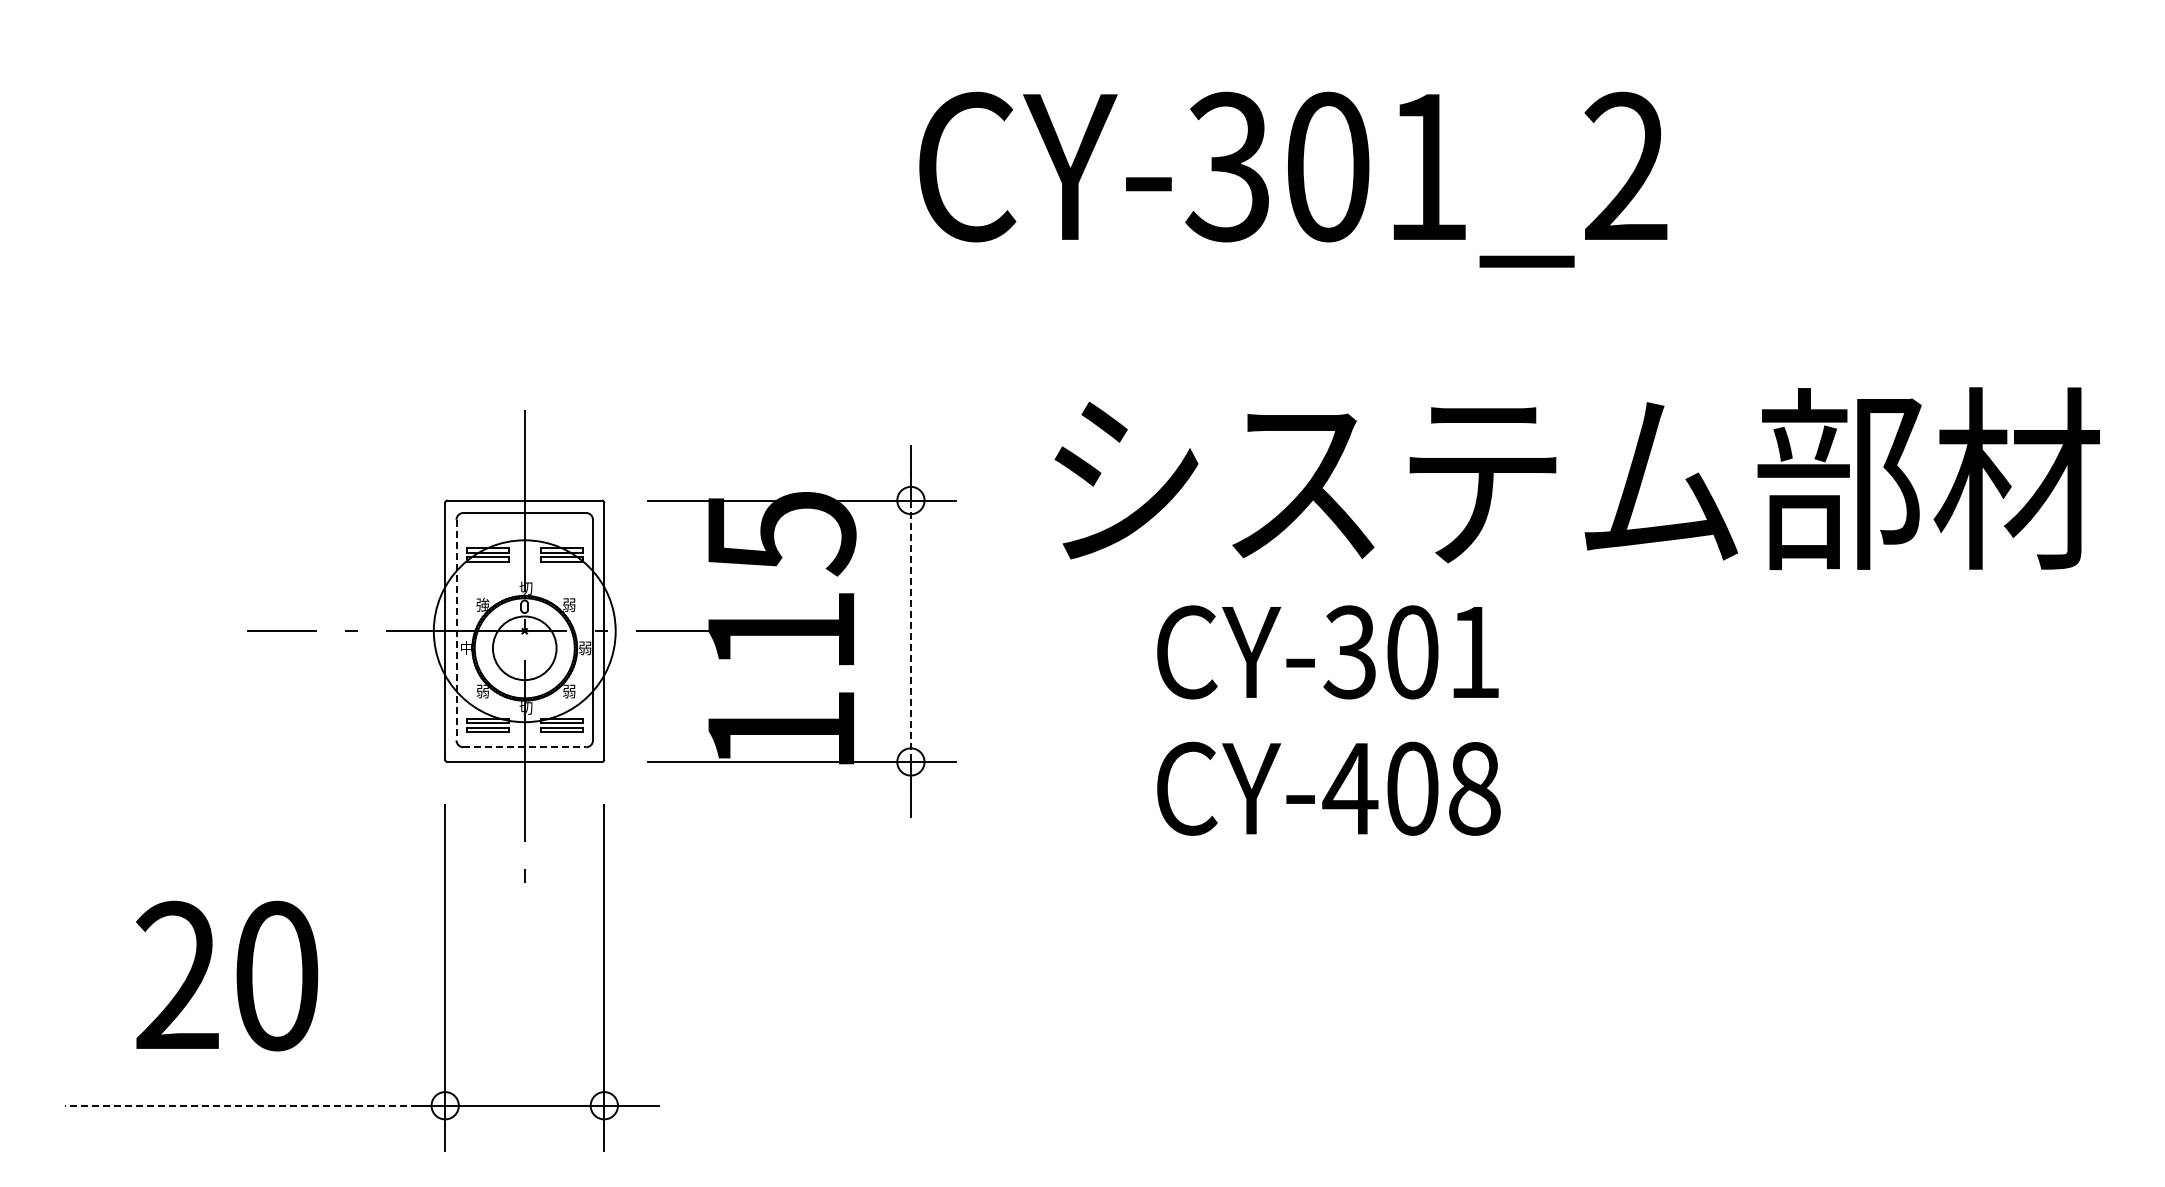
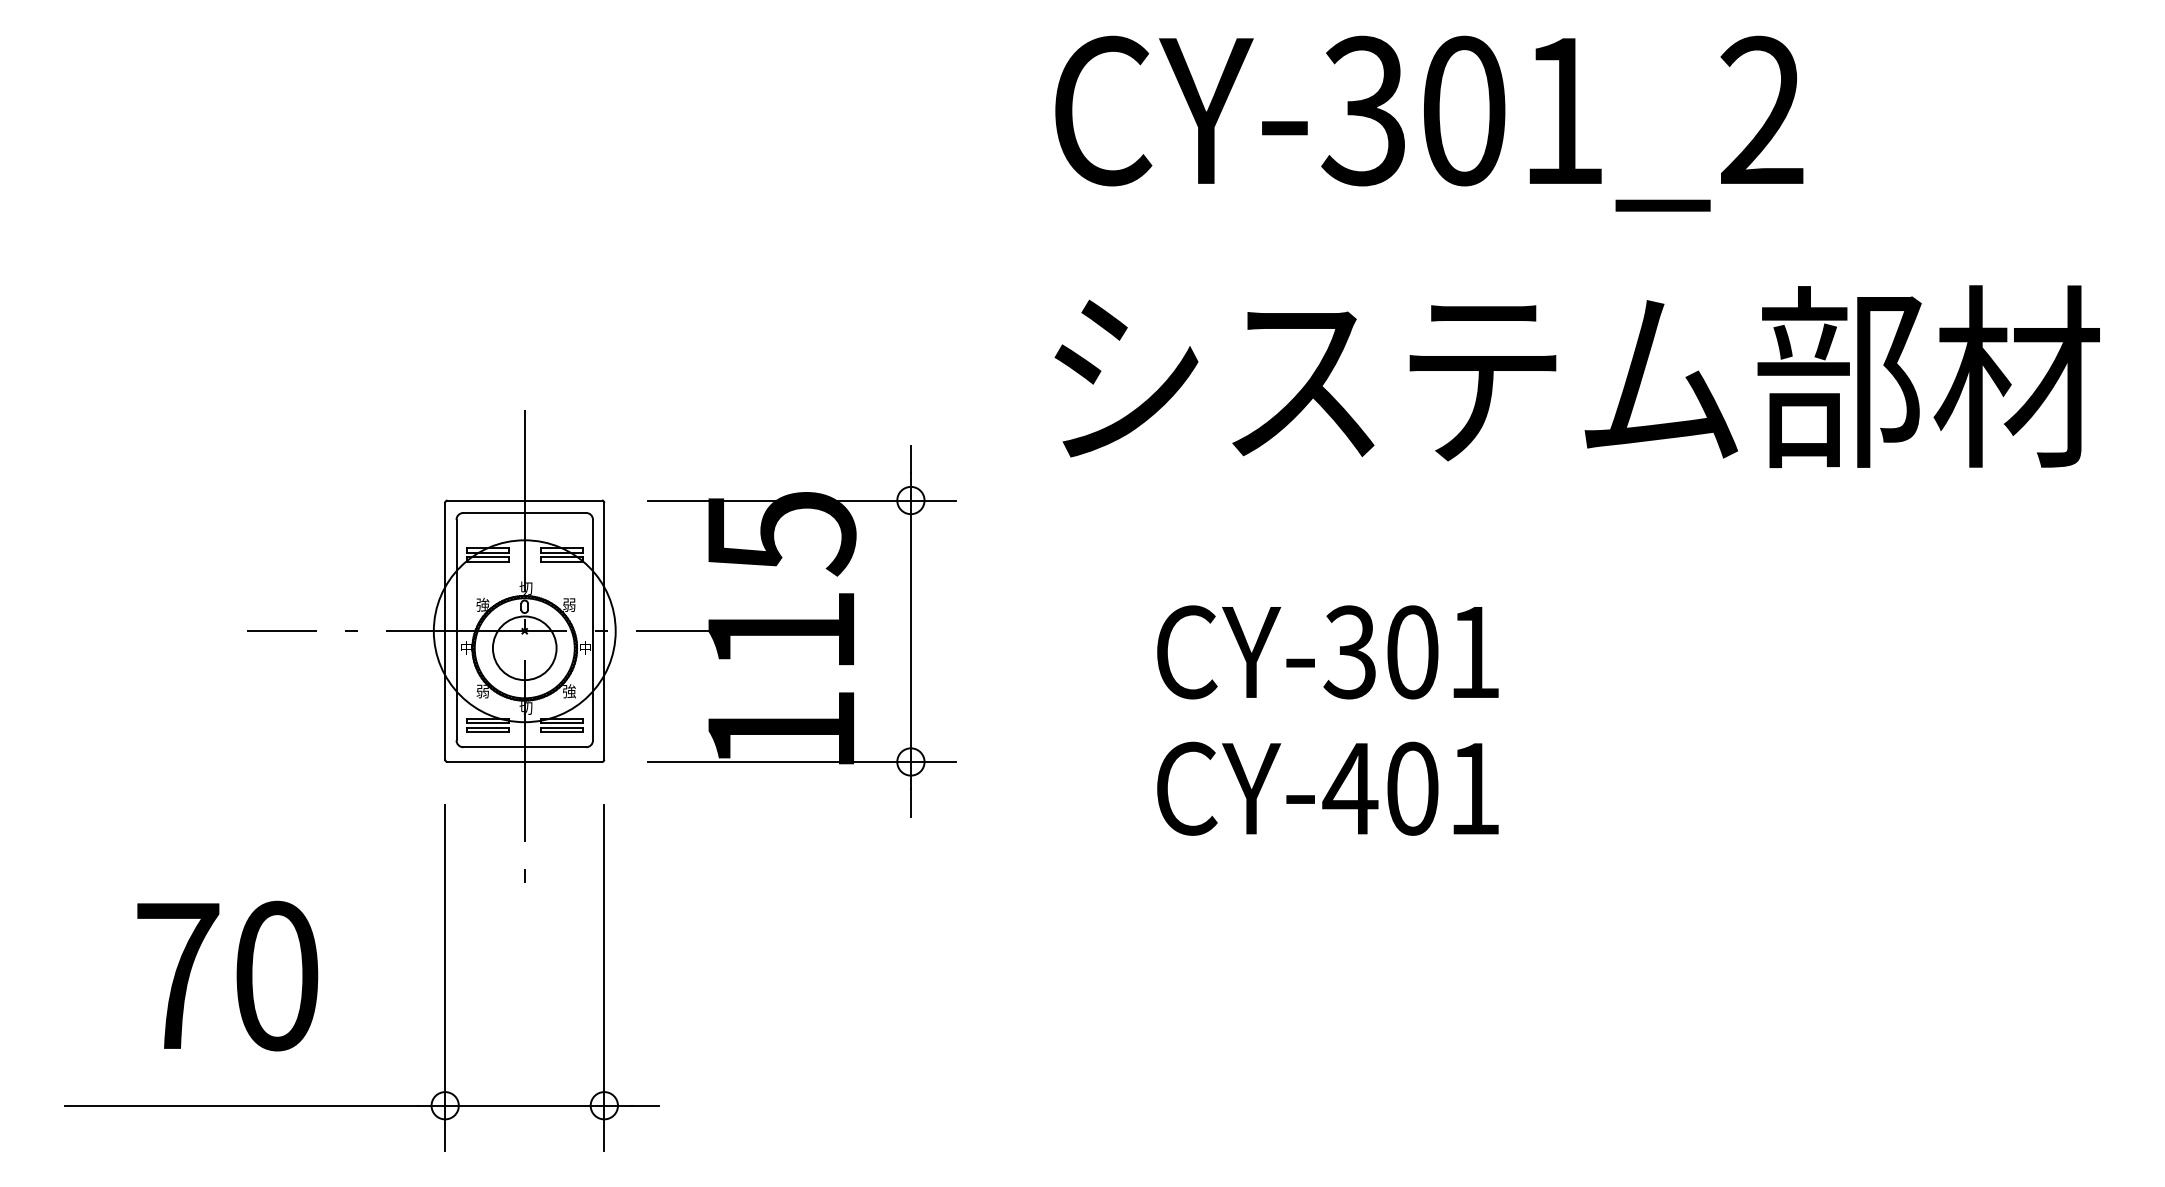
text at (1293, 179) position: (1293, 179) -> (1429, 123)
text at (1576, 478) position: (1576, 478) -> (1576, 376)
line at (456, 630): dashed -> solid
line at (910, 631): dashed -> solid
text at (585, 648): 弱 -> 中
text at (569, 691): 弱 -> 強
line at (525, 747): dashed -> solid
text at (1474, 788): CY-408 -> CY-401
text at (177, 974): 20 -> 70
line at (240, 1105): dashed -> solid
